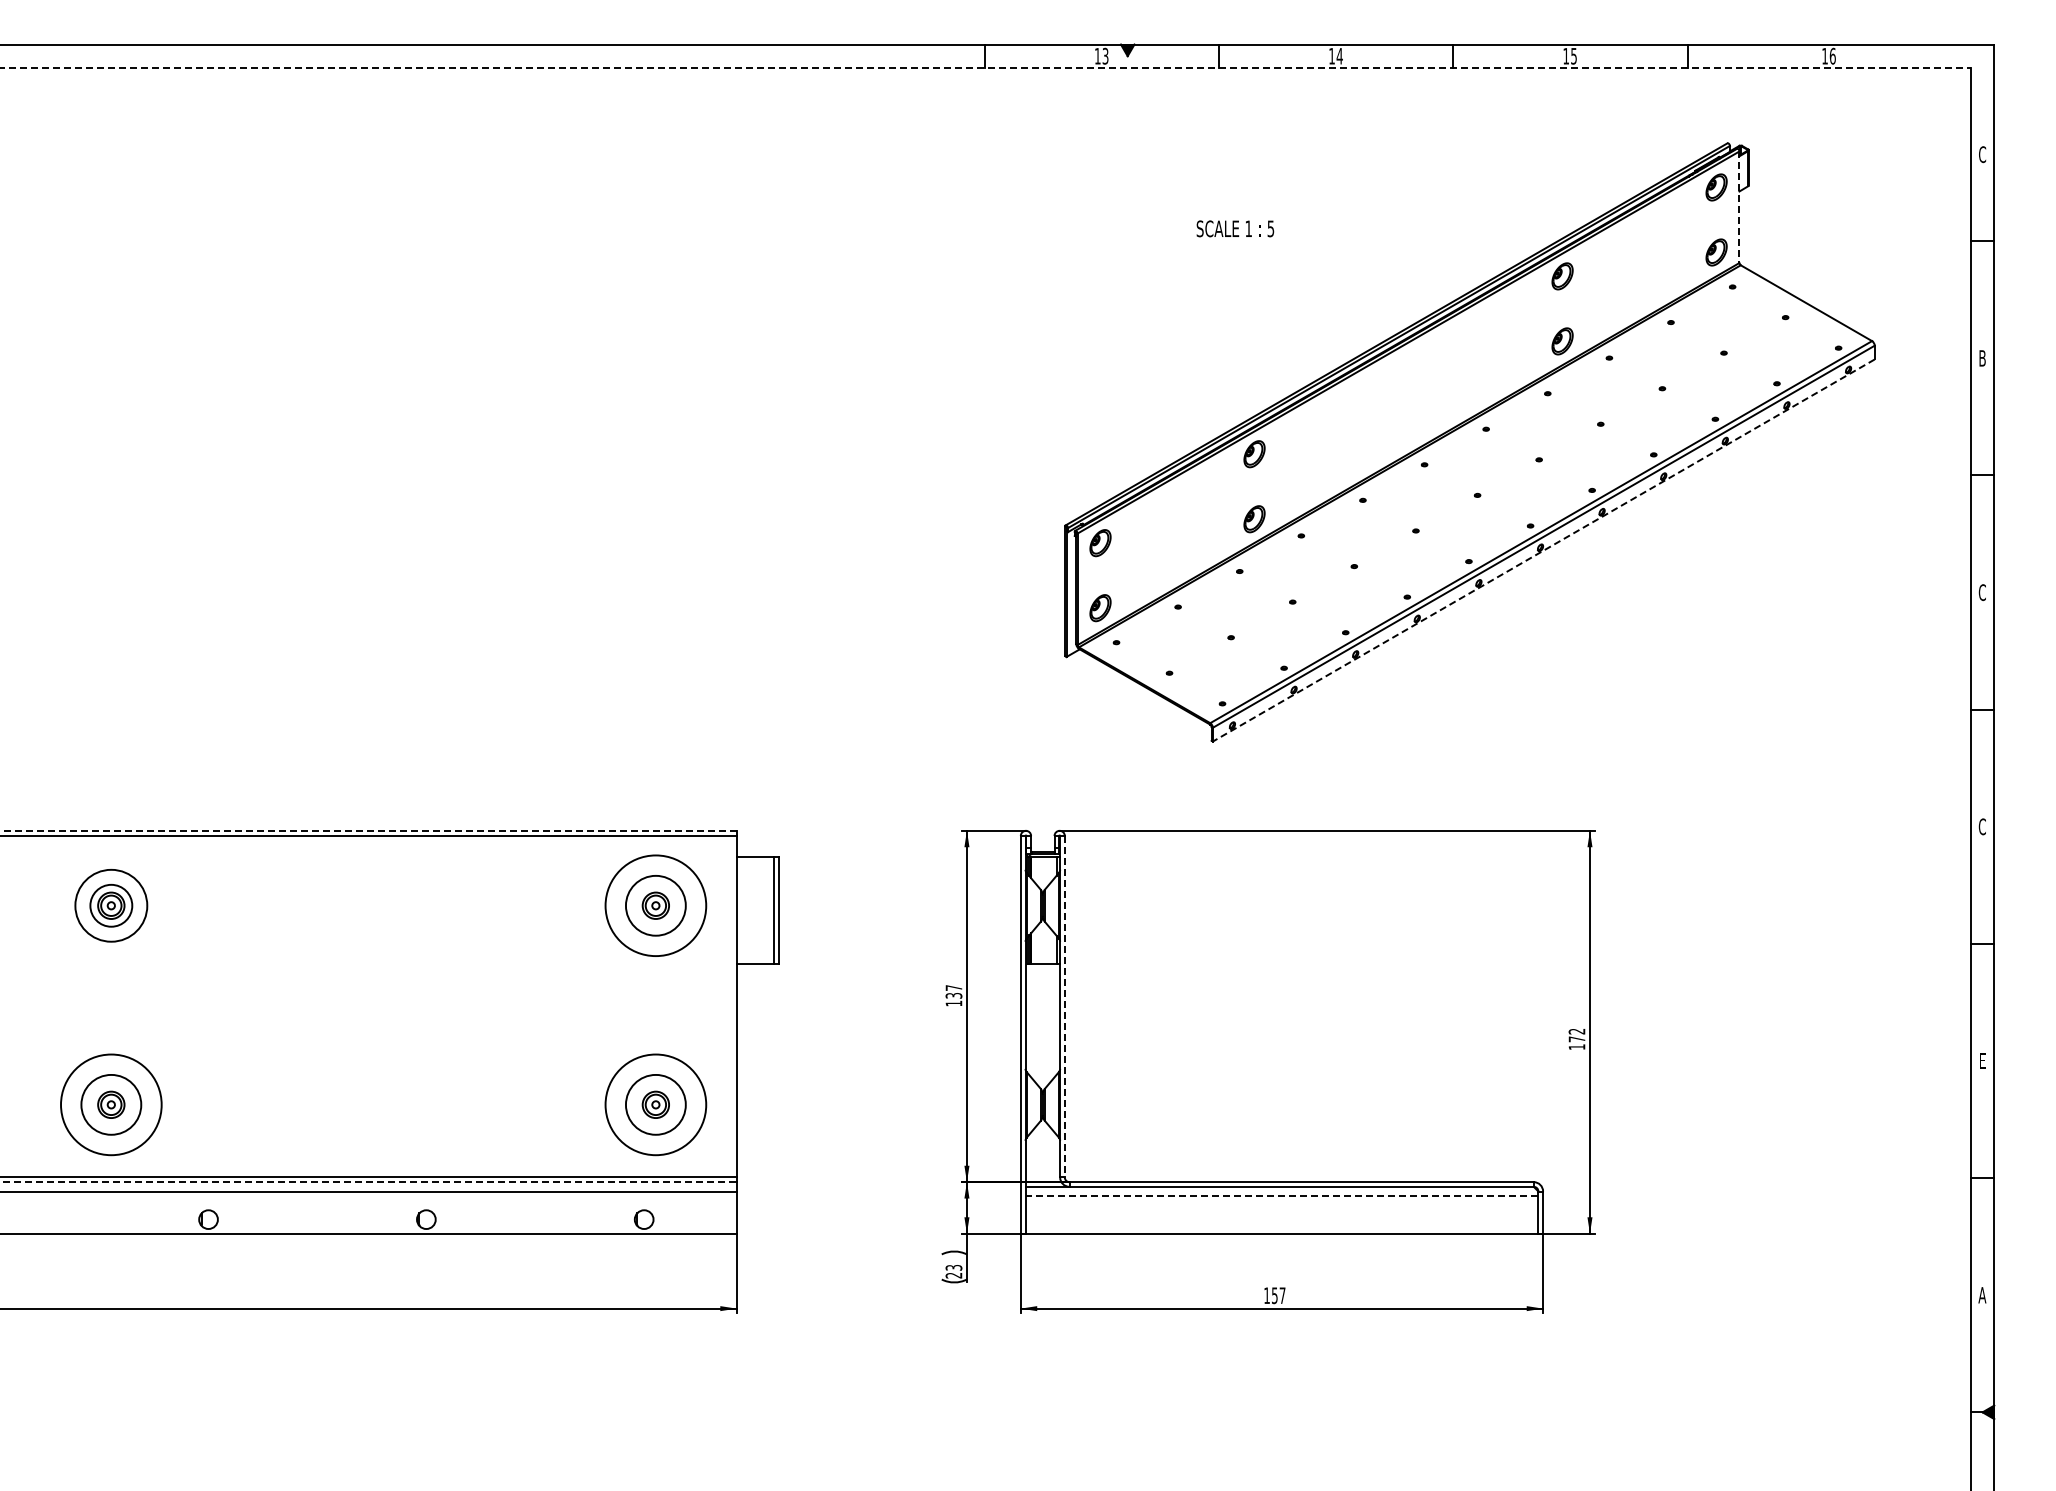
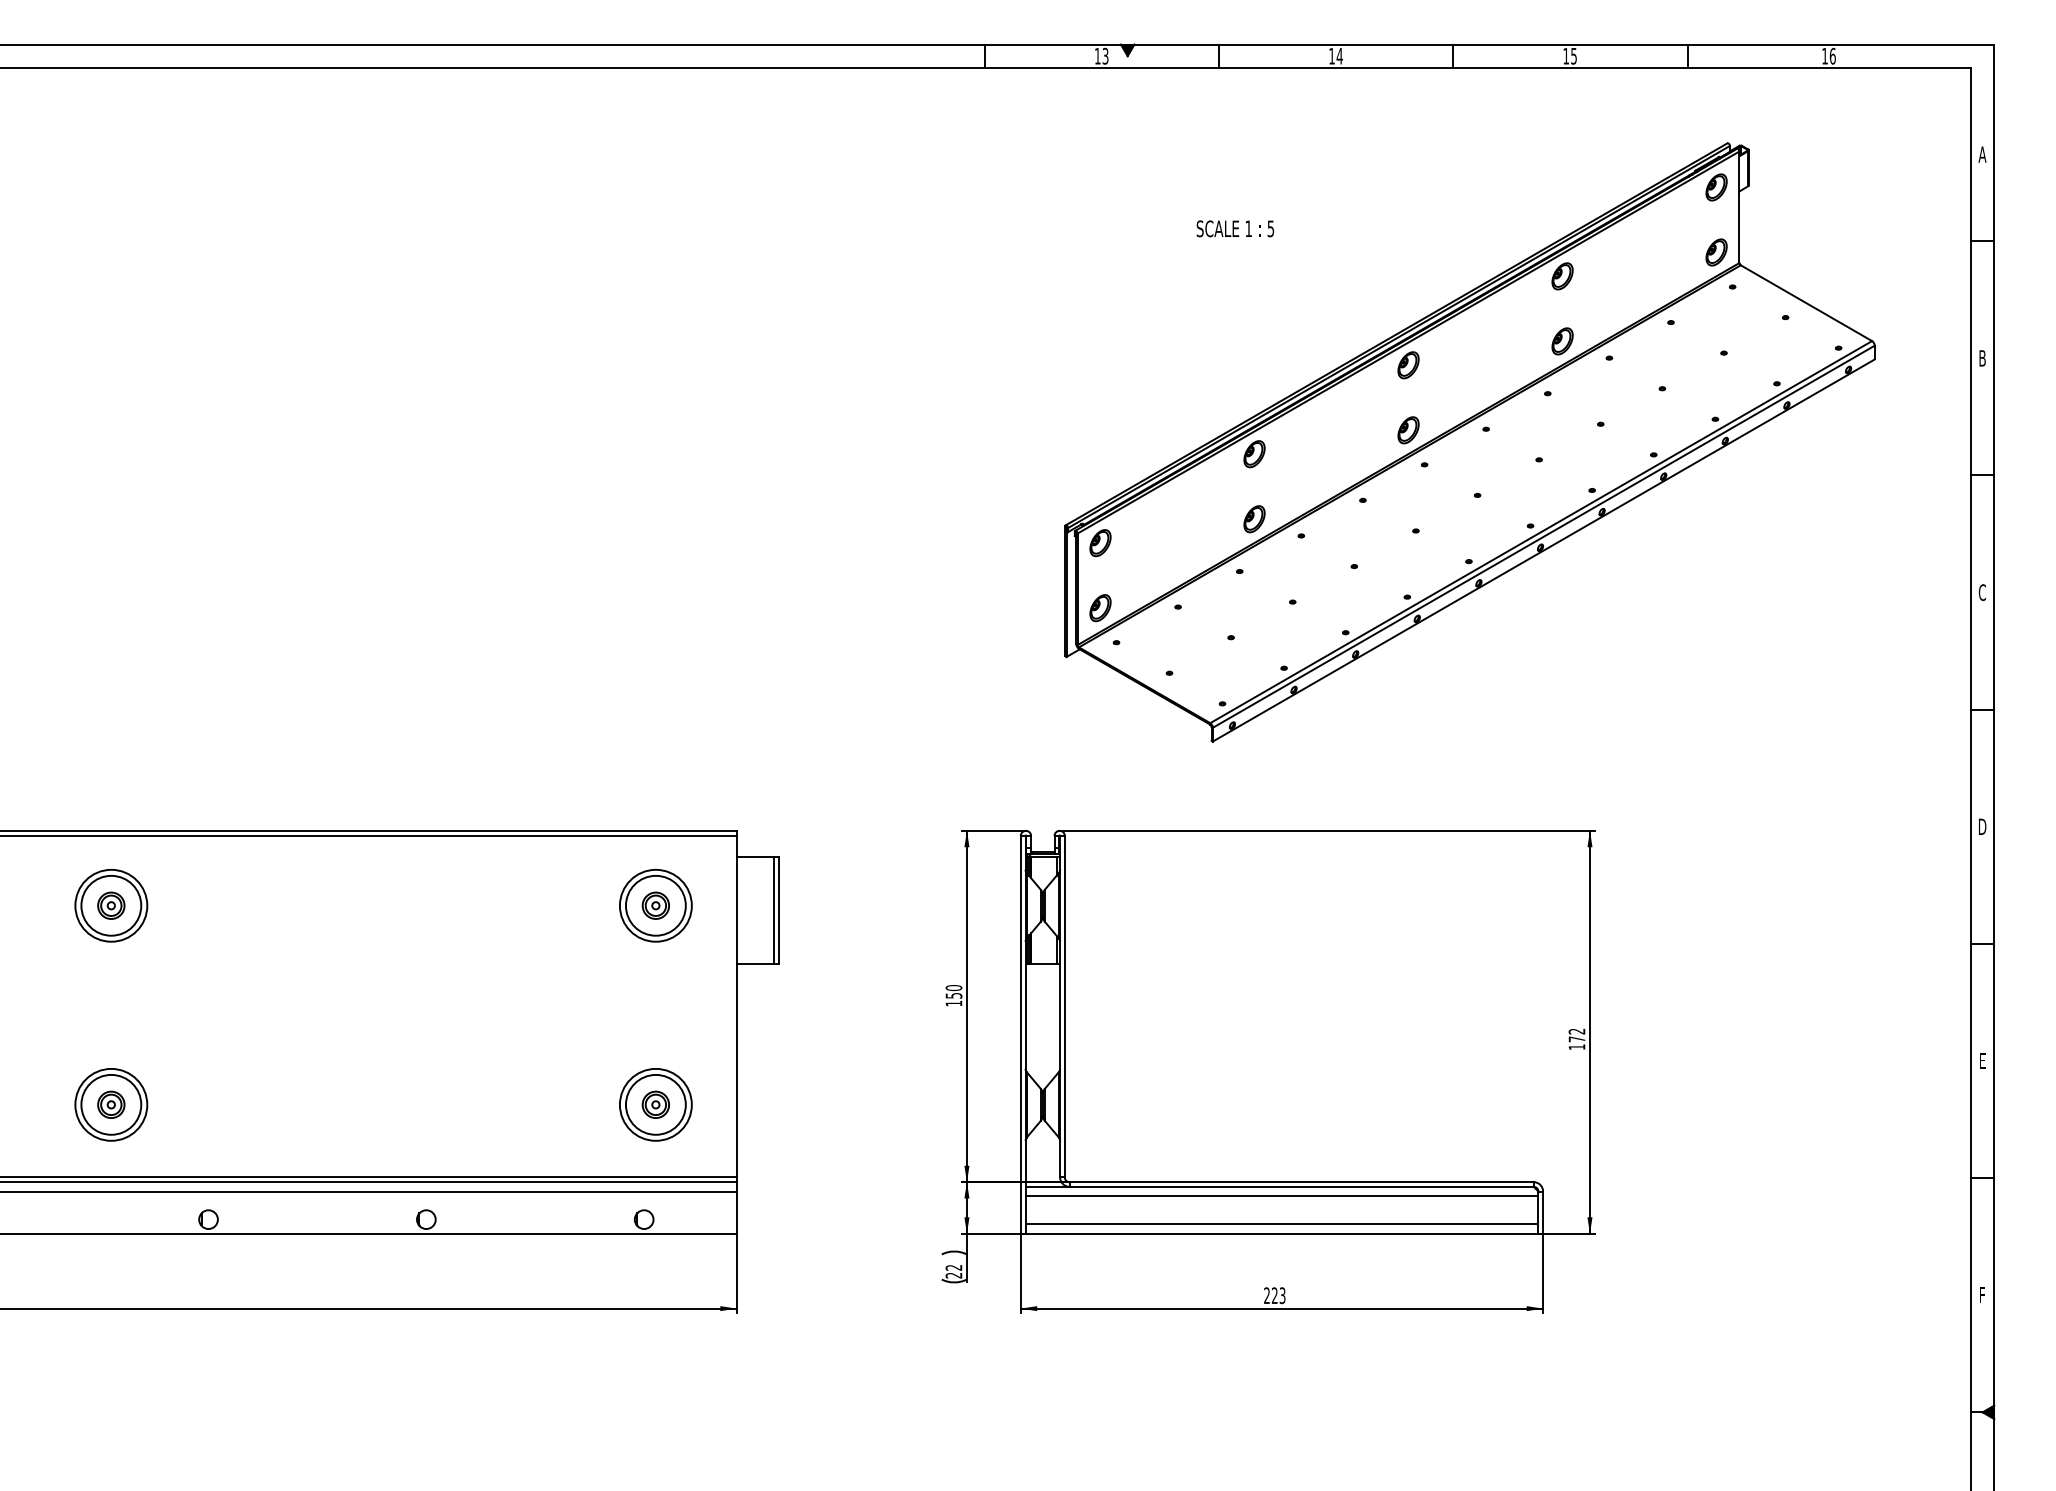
line at (986, 67): dashed -> solid
text at (1982, 154): C -> A
line at (1739, 207): dashed -> solid
part at (1408, 365): none -> present
part at (1408, 430): none -> present
line at (1543, 550): dashed -> solid
text at (1982, 826): C -> D
line at (368, 830): dashed -> solid
circle at (111, 905) diameter: 42 px -> 60 px
circle at (655, 905) diameter: 101 px -> 72 px
text at (953, 991): 137 -> 150
line at (1064, 1006): dashed -> solid
circle at (111, 1104) diameter: 101 px -> 72 px
circle at (655, 1104) diameter: 101 px -> 72 px
line at (368, 1182): dashed -> solid
line at (1281, 1196): dashed -> solid
line at (1281, 1224): none -> present
text at (954, 1267): 23 -> 22
text at (1274, 1295): 157 -> 223
text at (1982, 1295): A -> F
